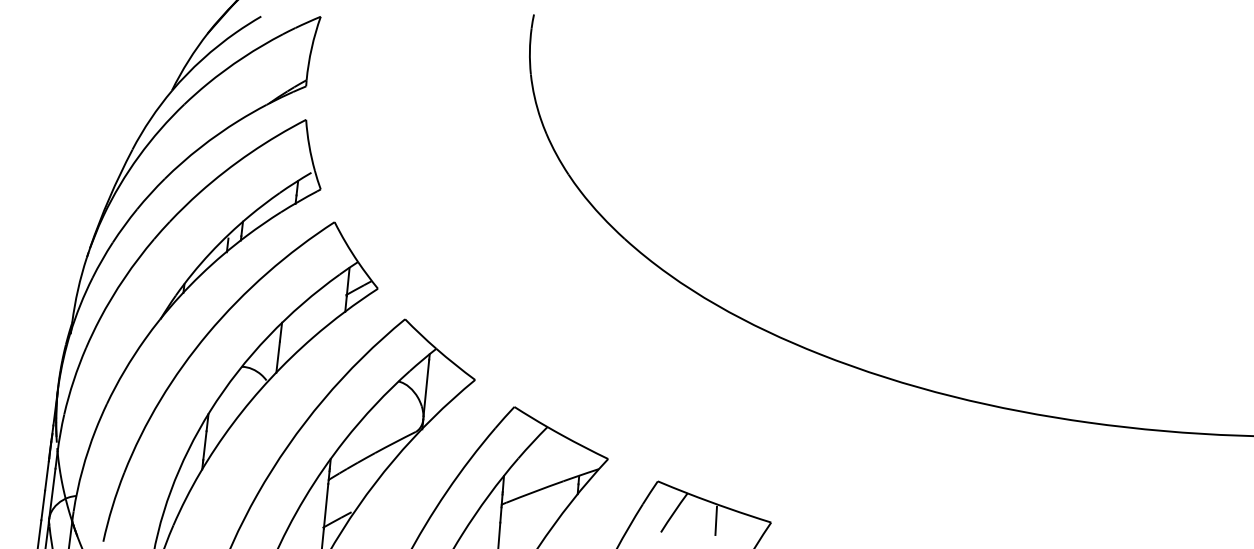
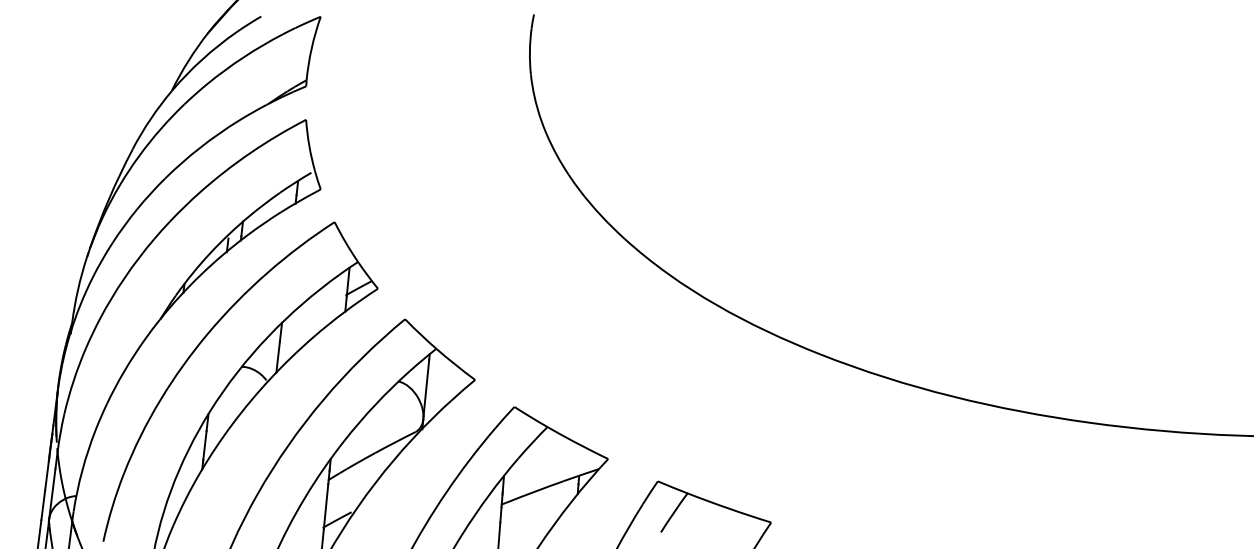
line at (715, 520): present -> none
